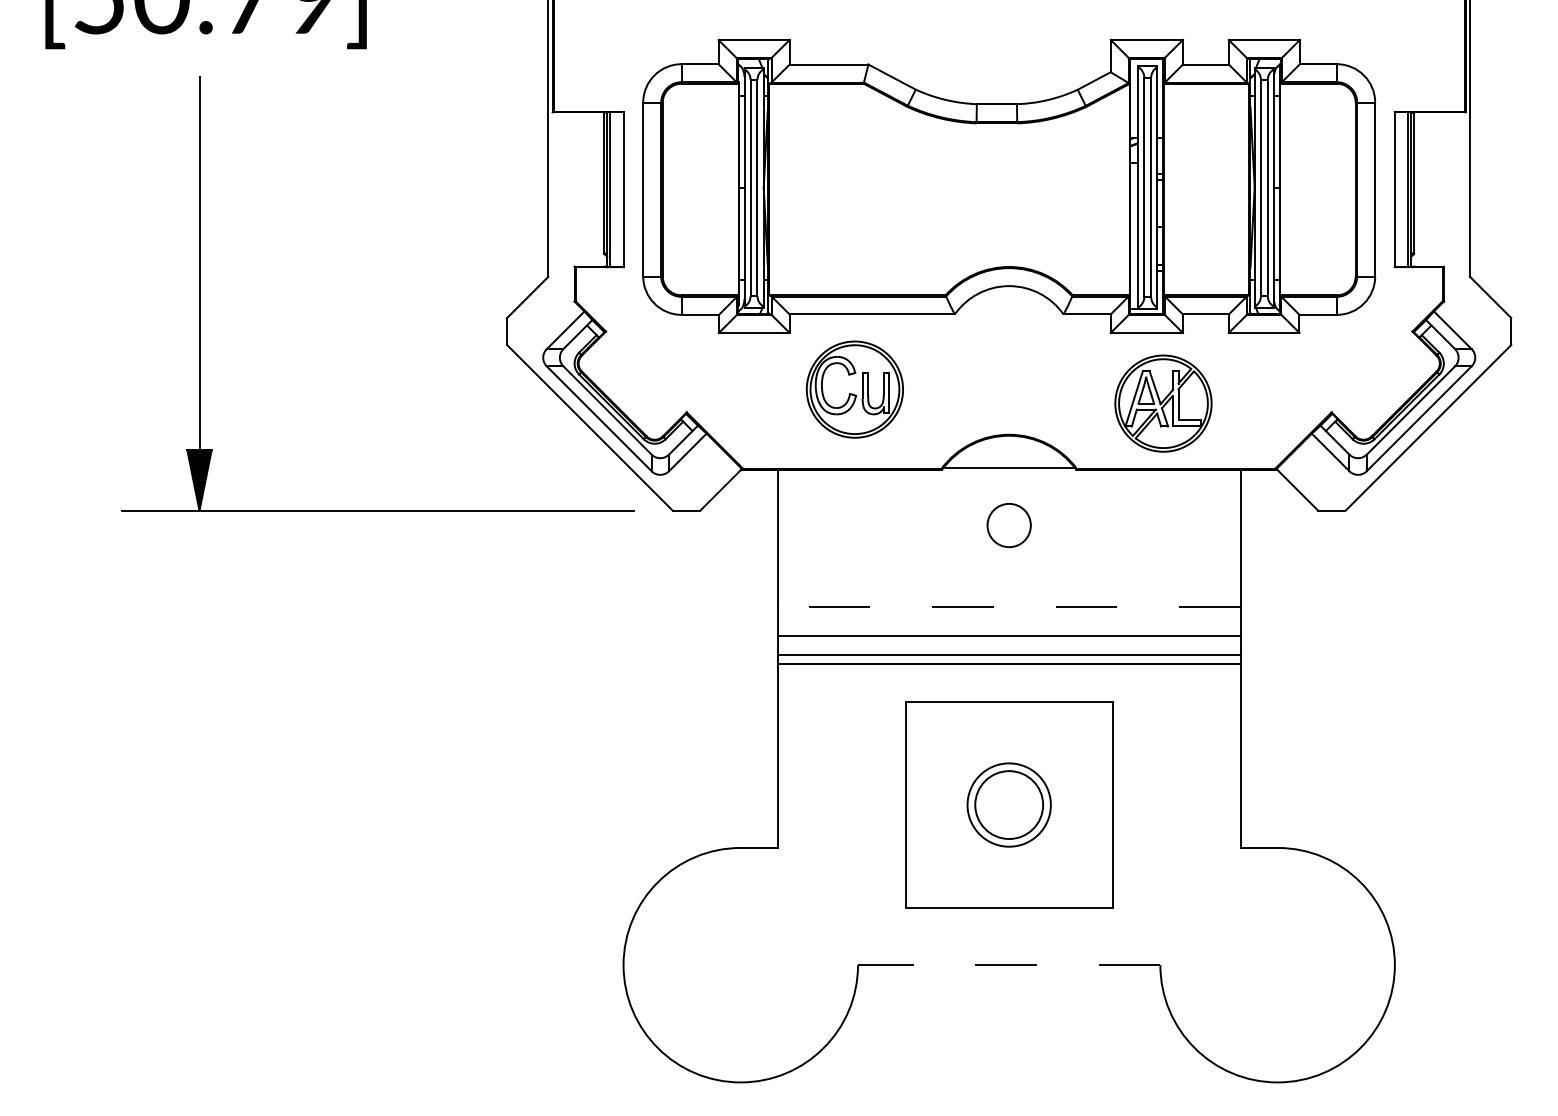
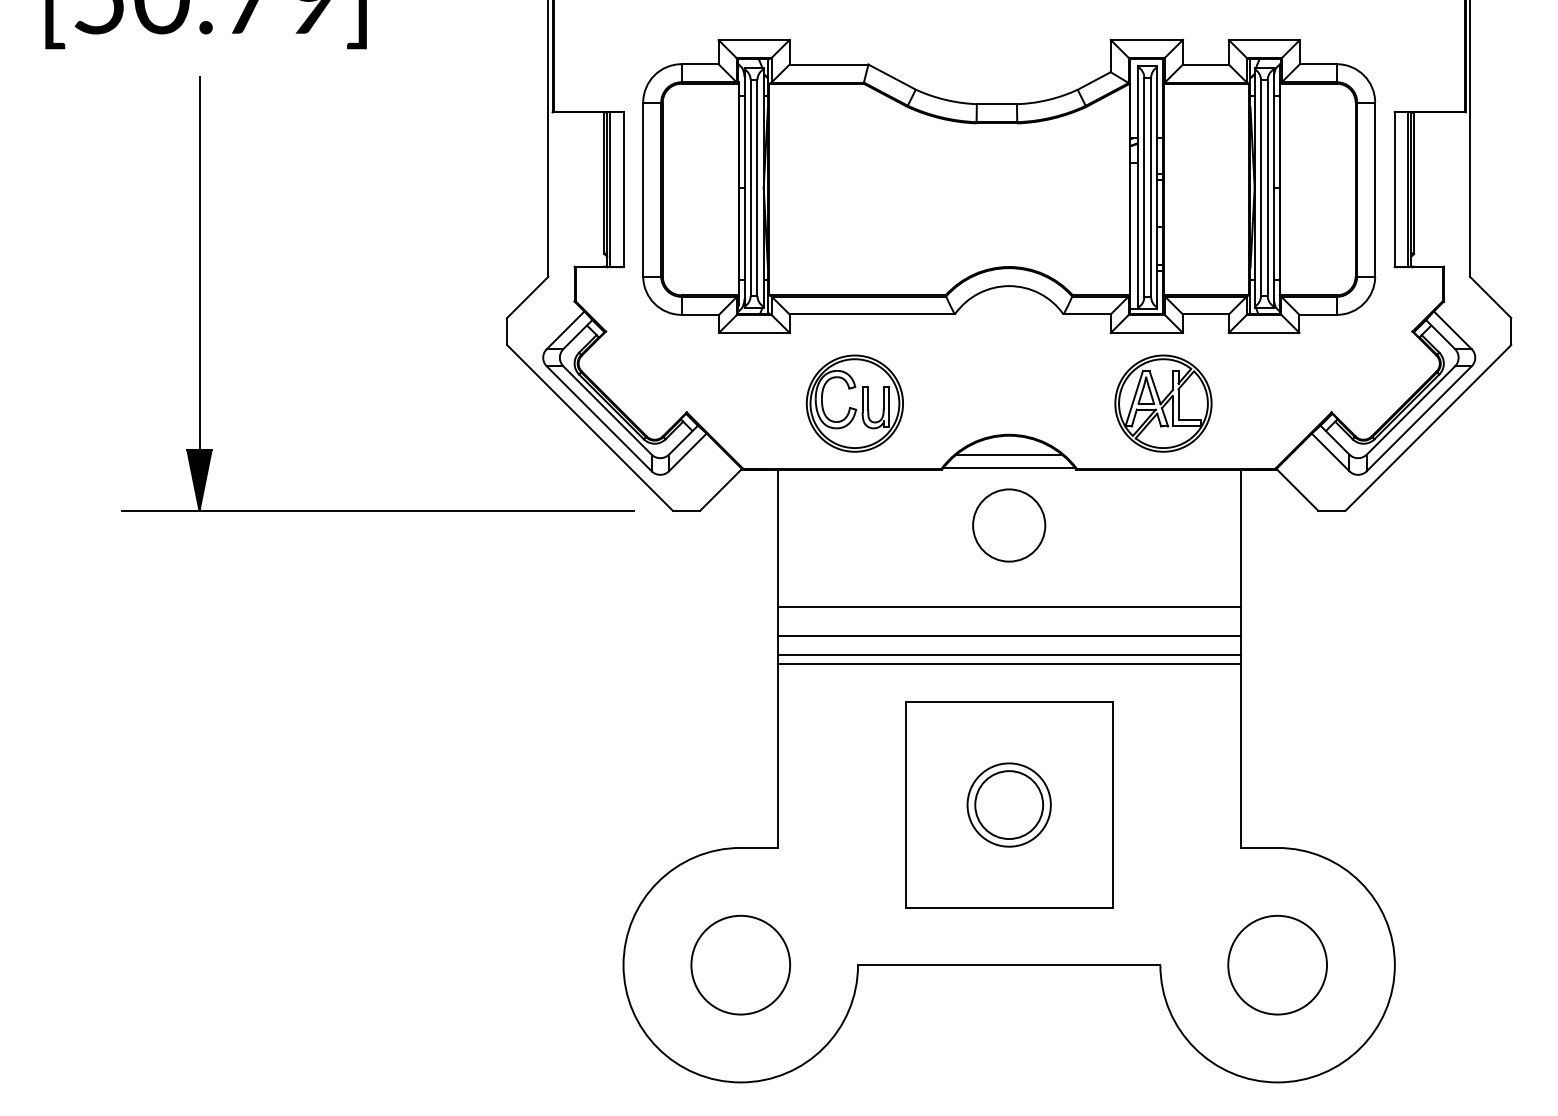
part at (854, 389) position: (854, 389) -> (854, 403)
line at (1009, 455): none -> present
circle at (1008, 525) diameter: 43 px -> 72 px
line at (1008, 606): dashed -> solid
circle at (740, 964): none -> present
circle at (1277, 964): none -> present
line at (1008, 965): dashed -> solid
